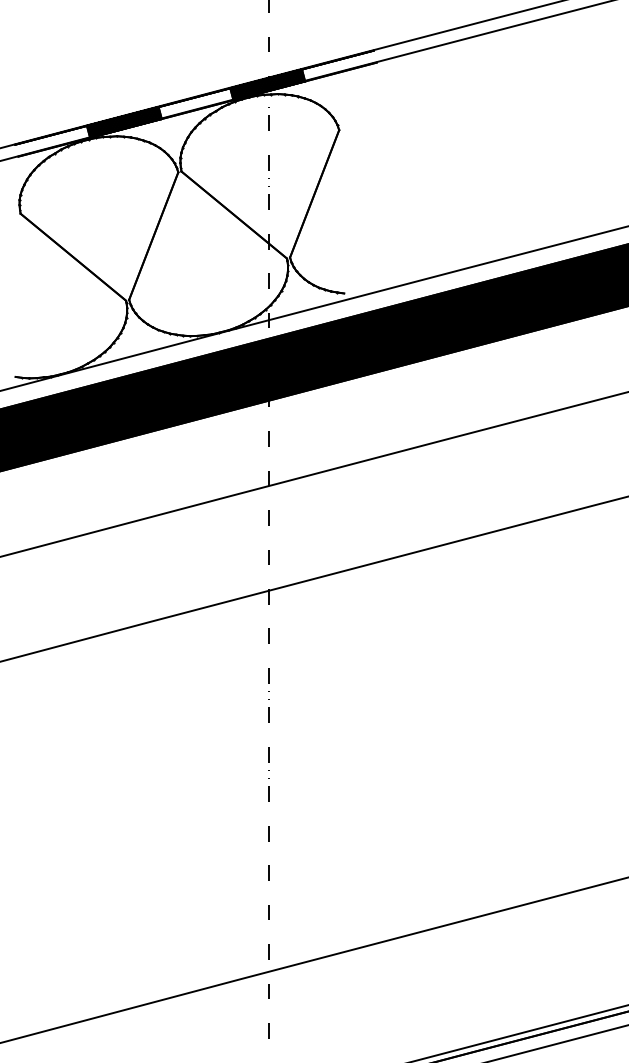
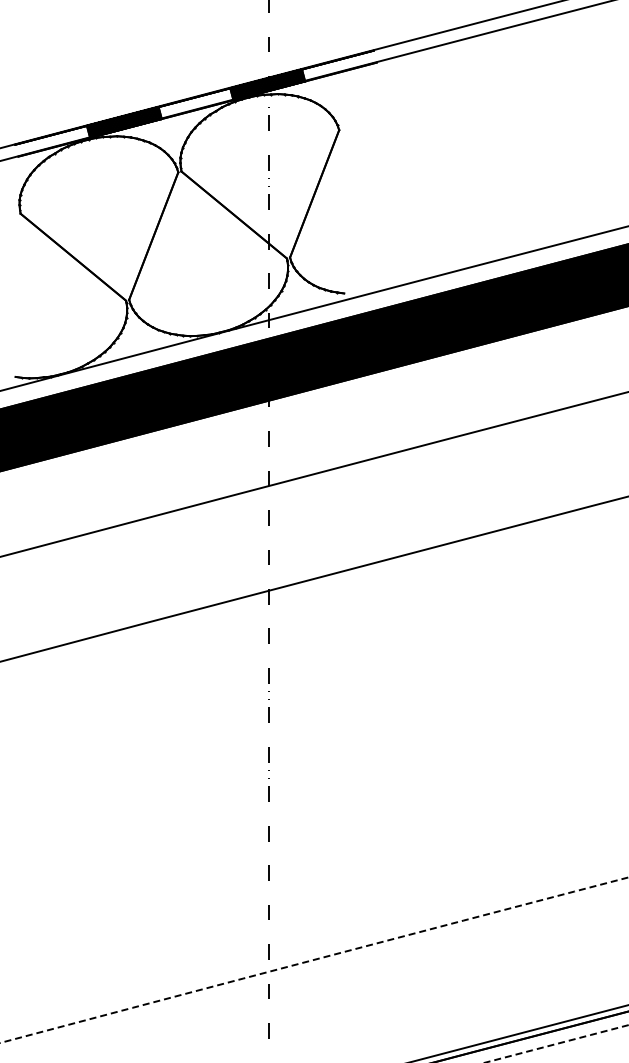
arc at (313, 960): solid -> dashed
arc at (557, 1043): solid -> dashed
